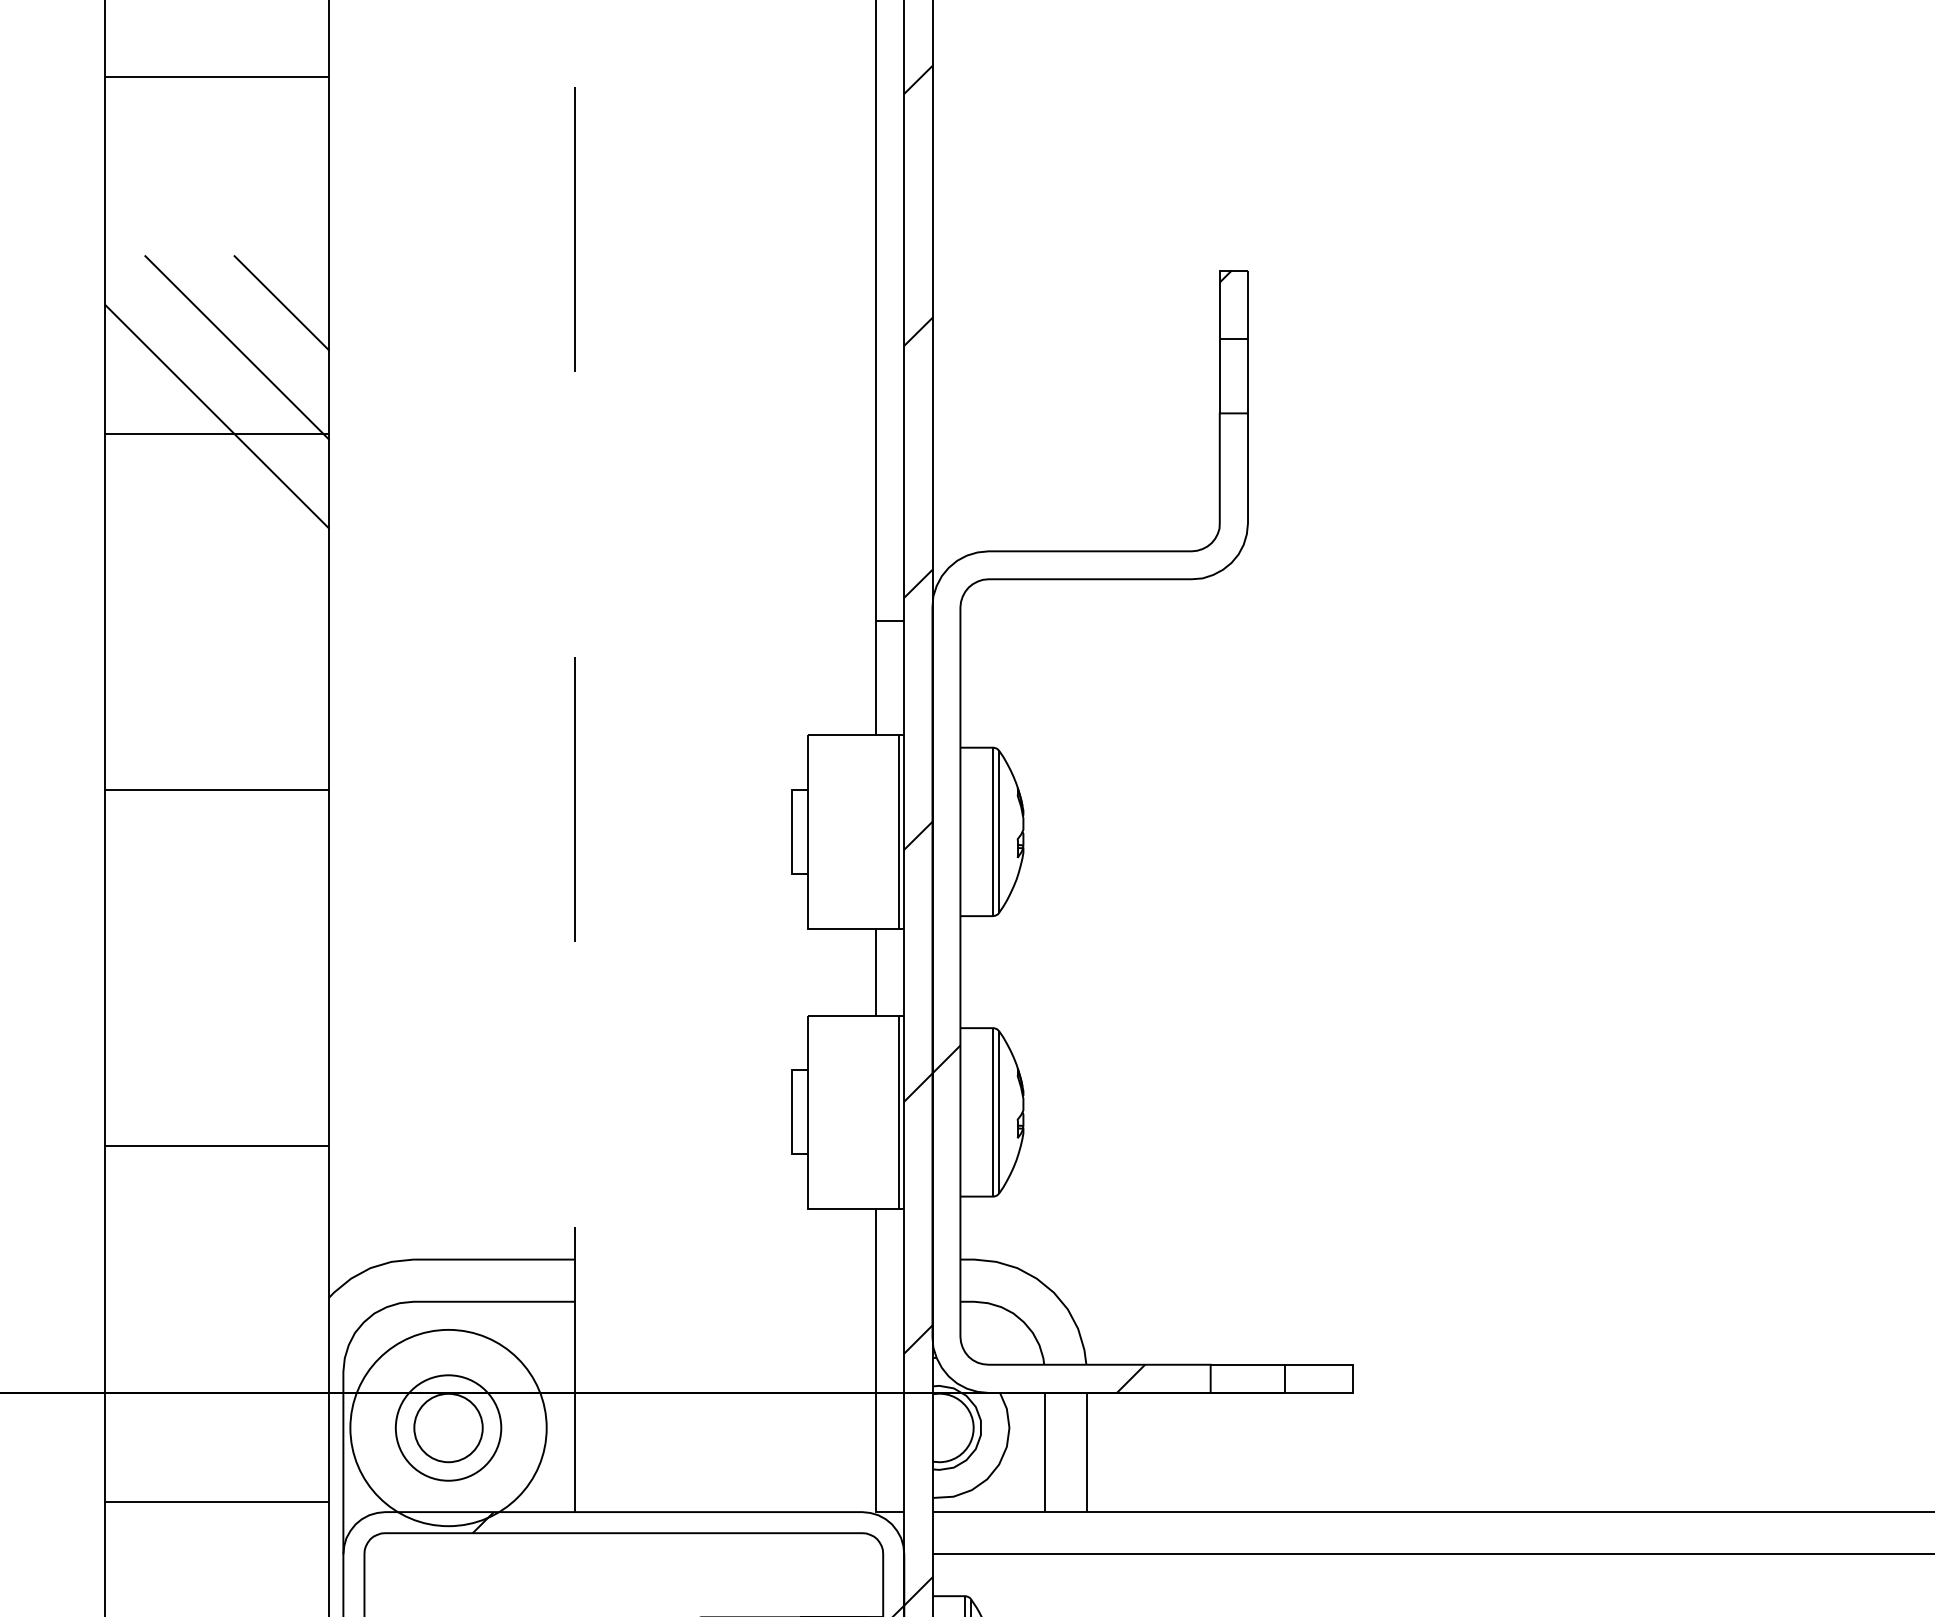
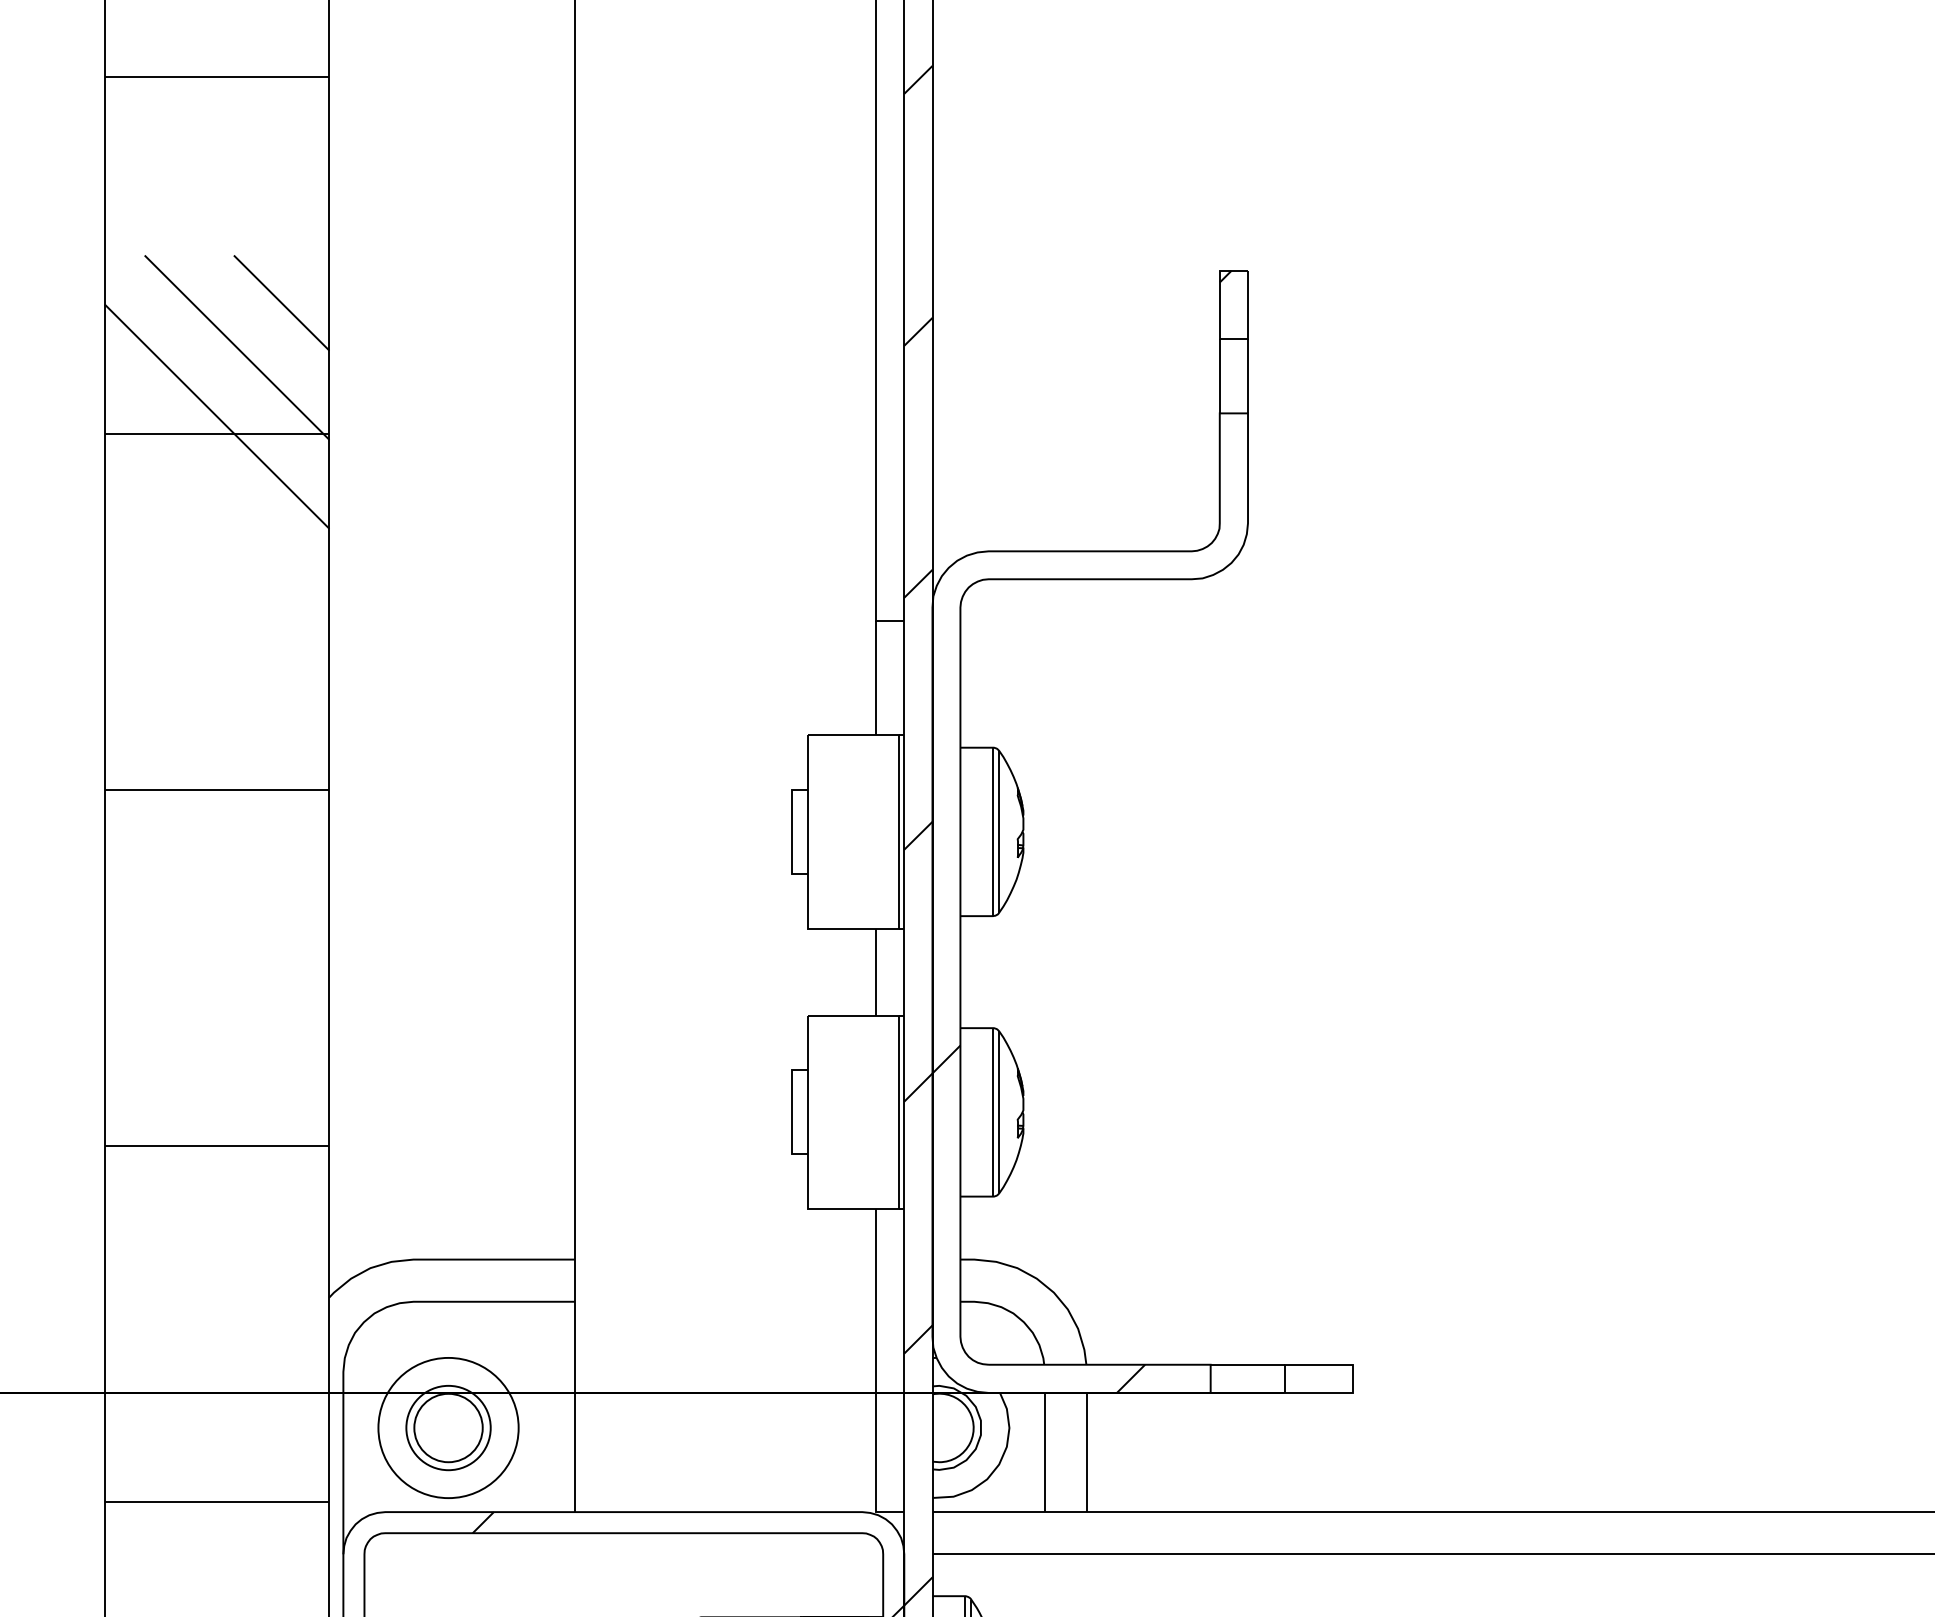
line at (574, 756): dashed -> solid
circle at (448, 1427) diameter: 105 px -> 84 px
circle at (448, 1427) diameter: 196 px -> 140 px
